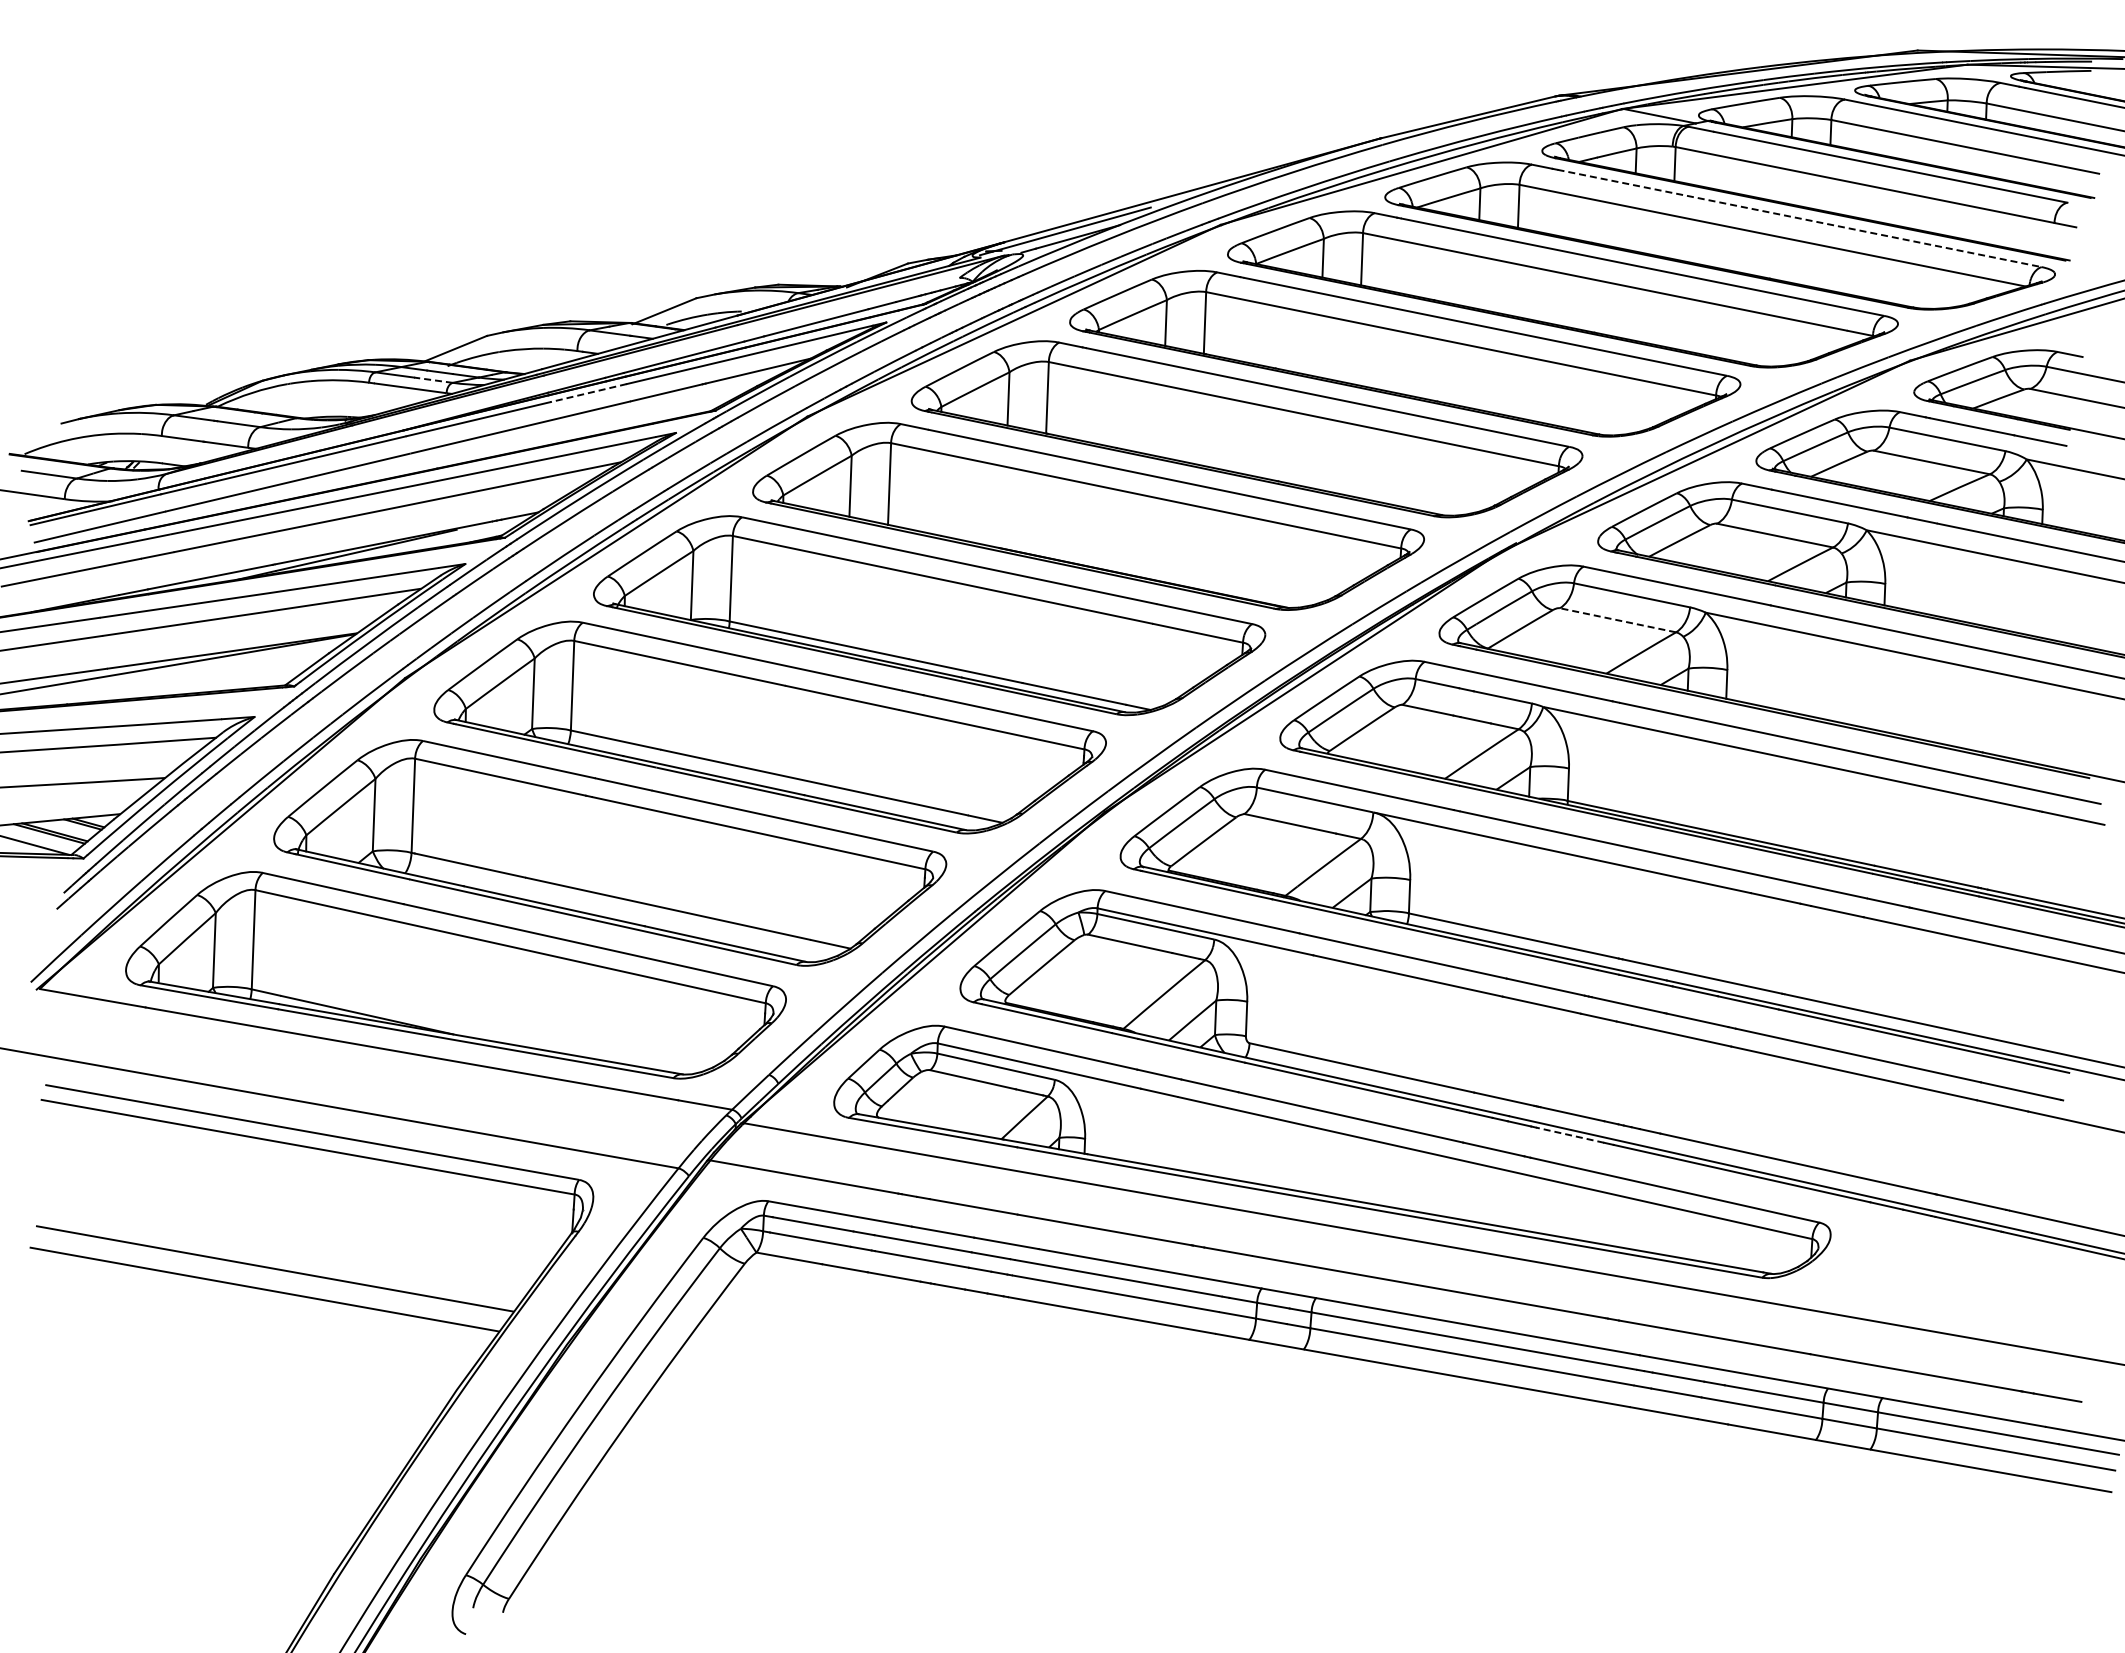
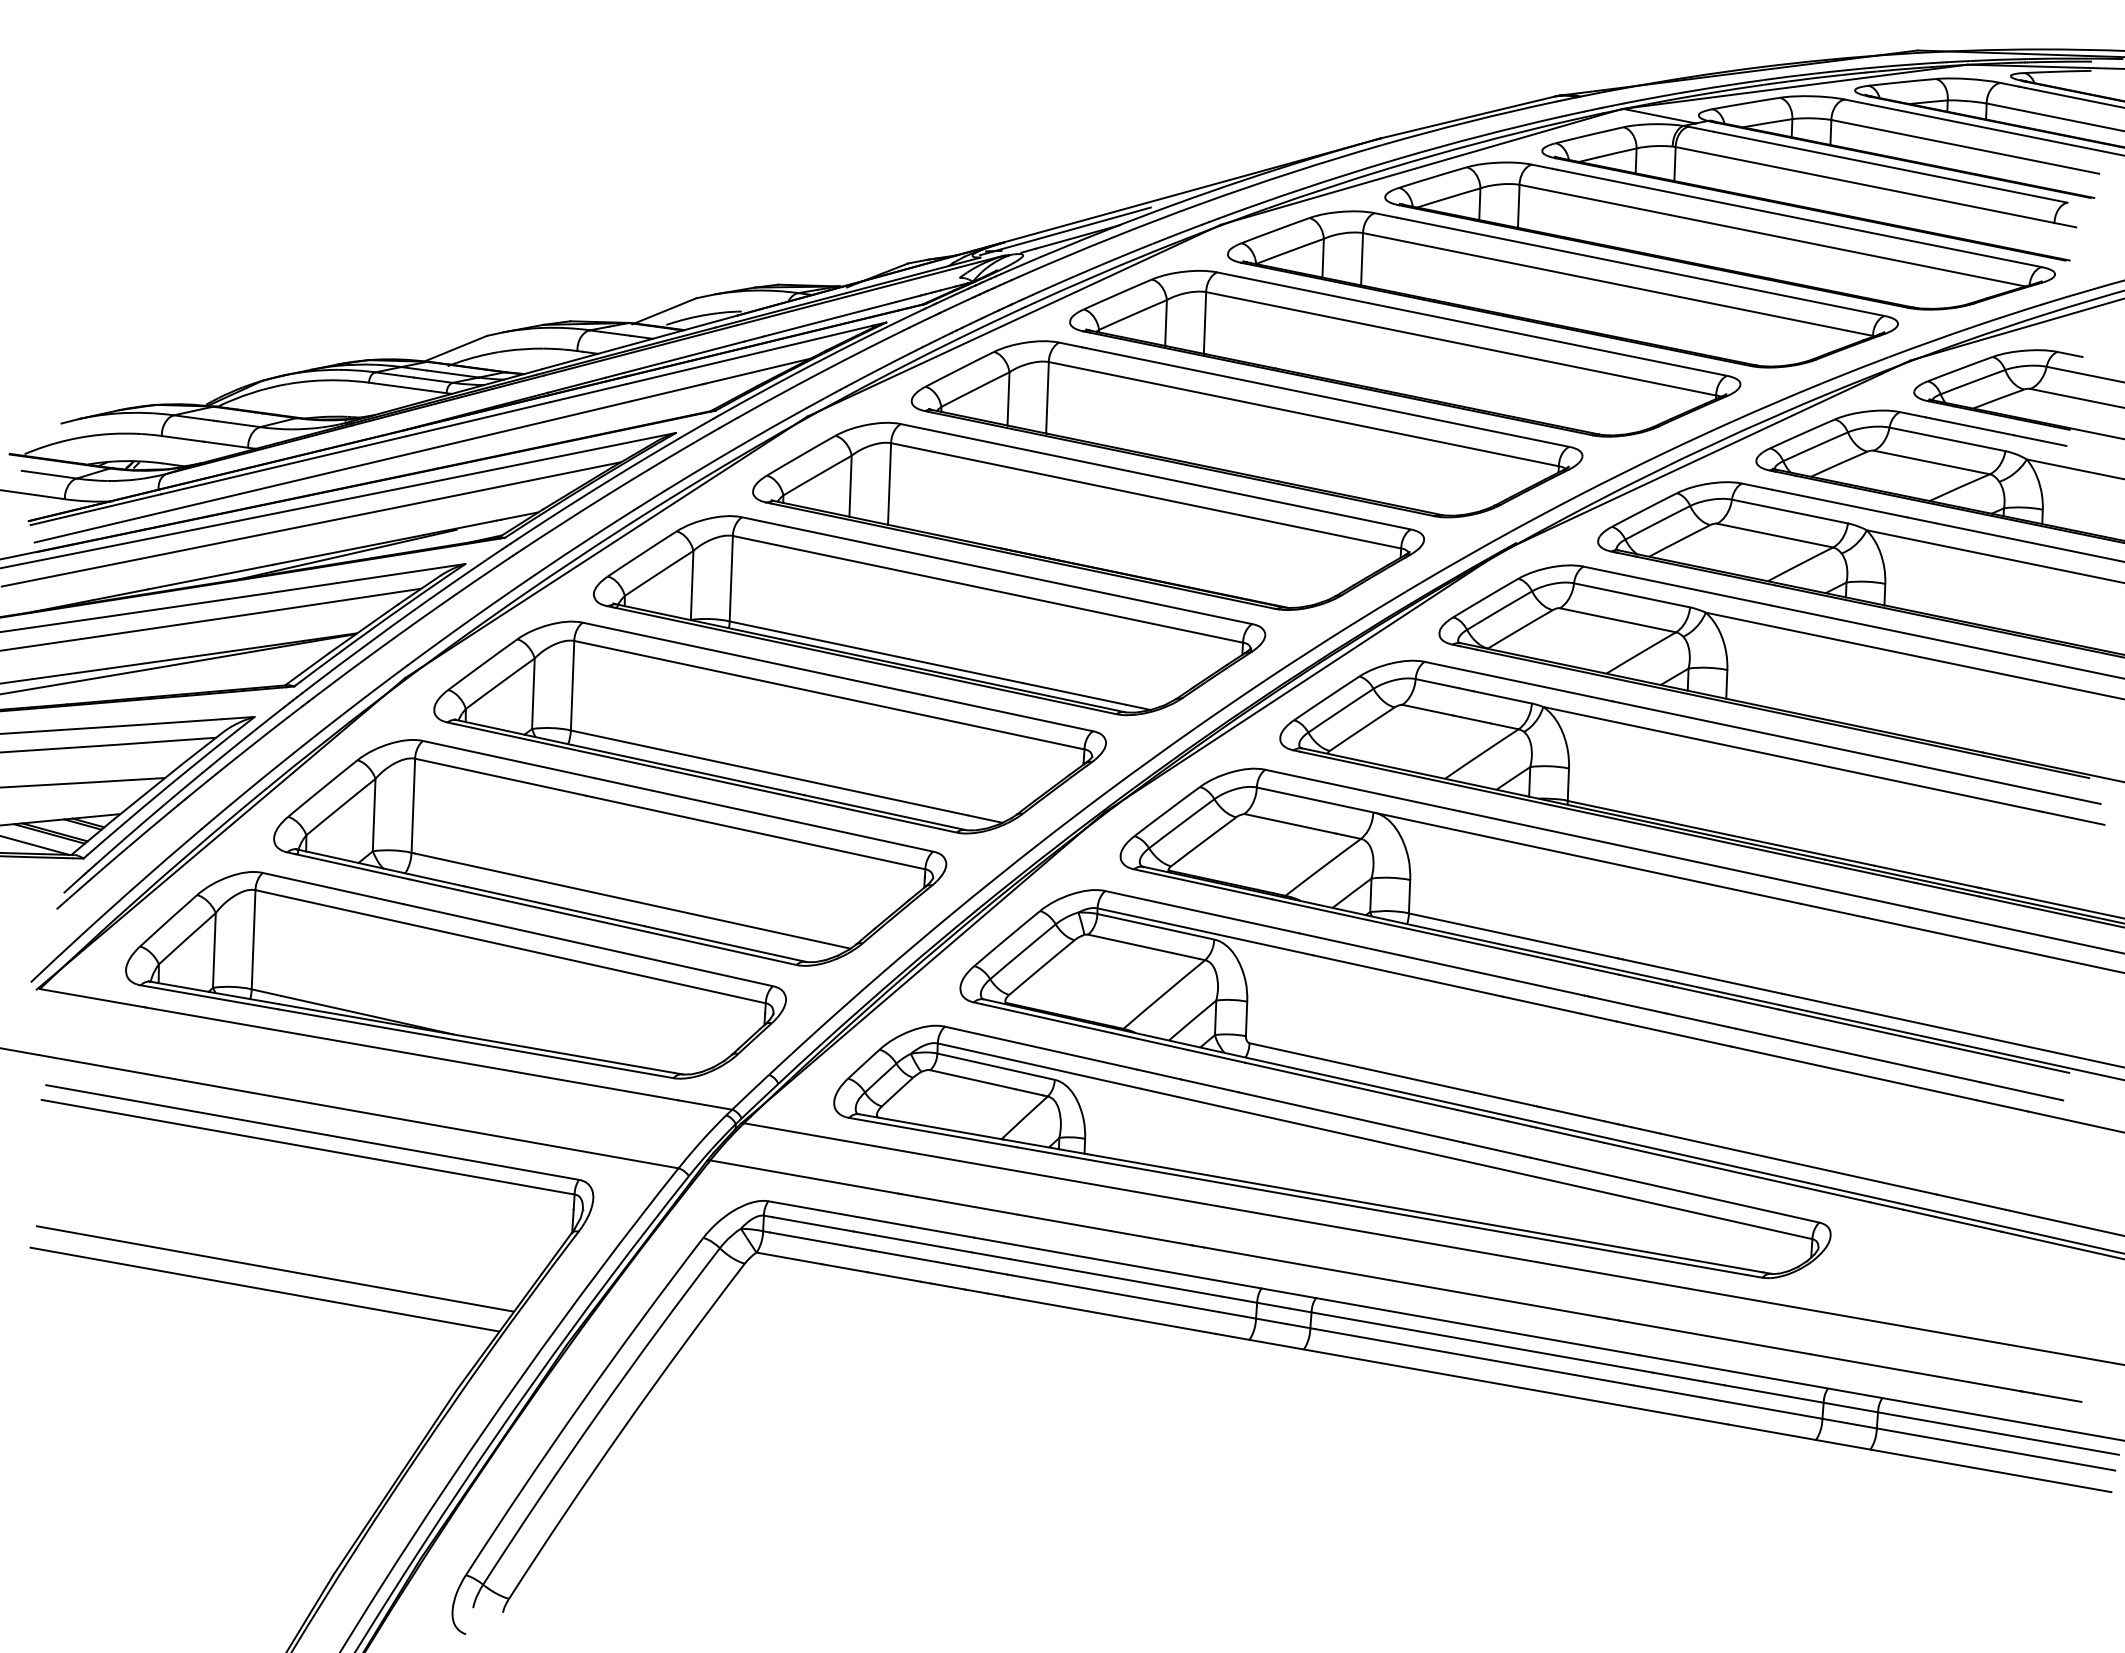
line at (1799, 218): dashed -> solid
line at (433, 380): dashed -> solid
line at (588, 393): dashed -> solid
line at (1617, 620): dashed -> solid
line at (1570, 1135): dashed -> solid
